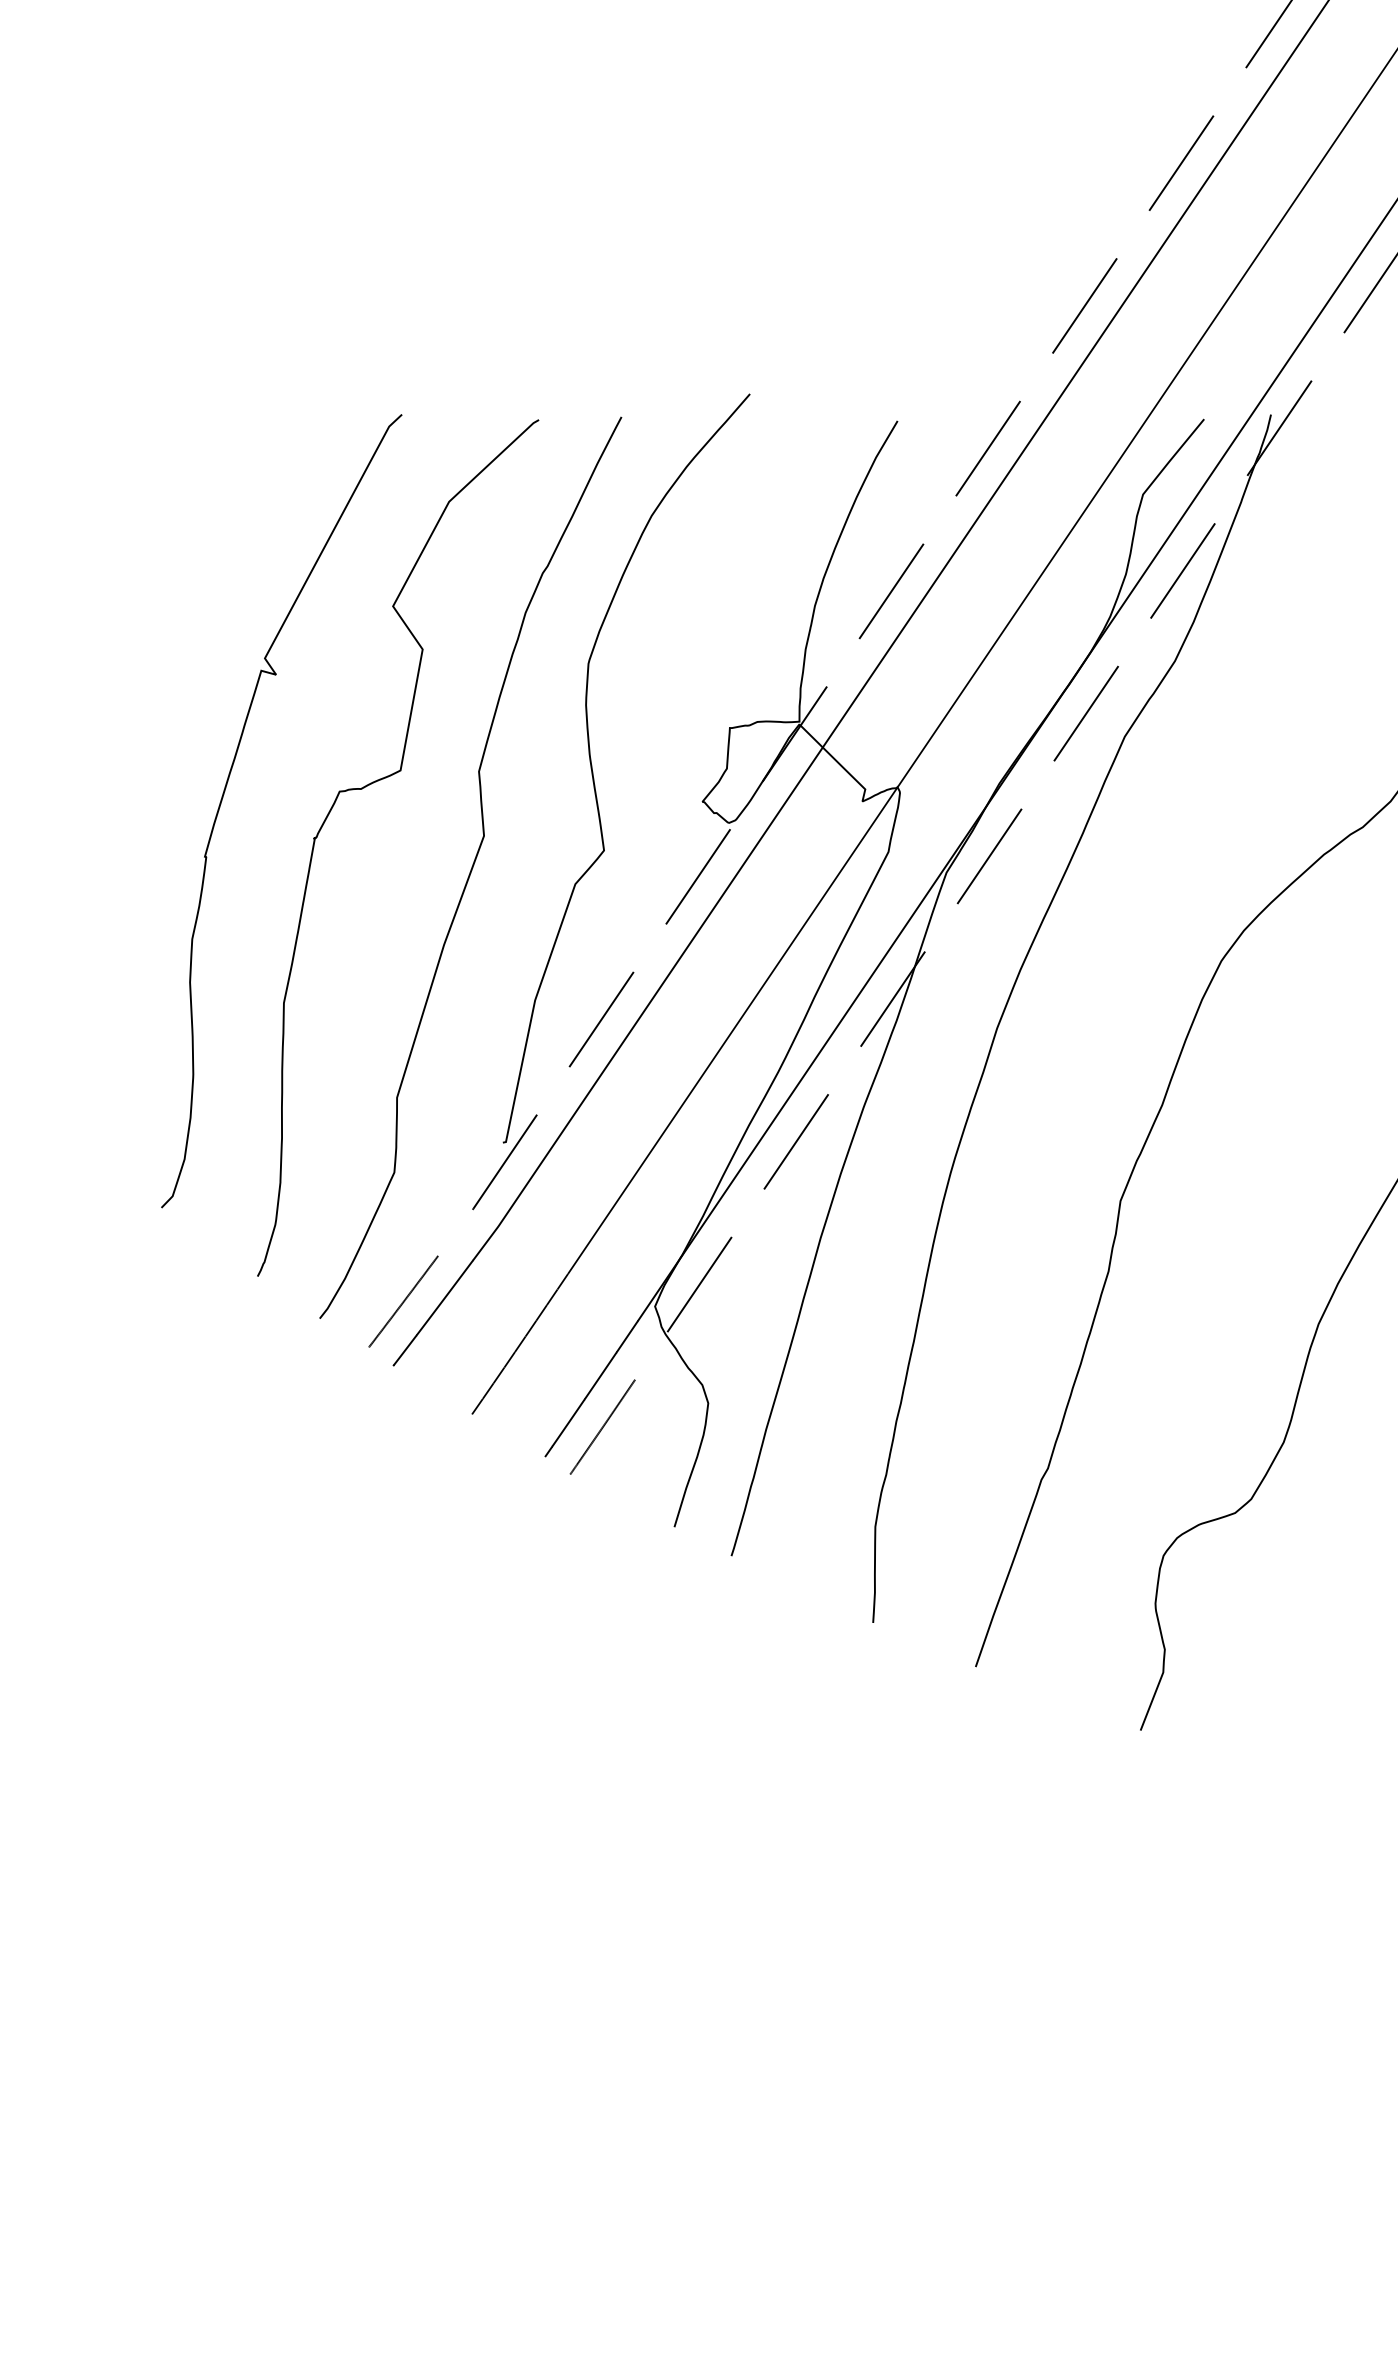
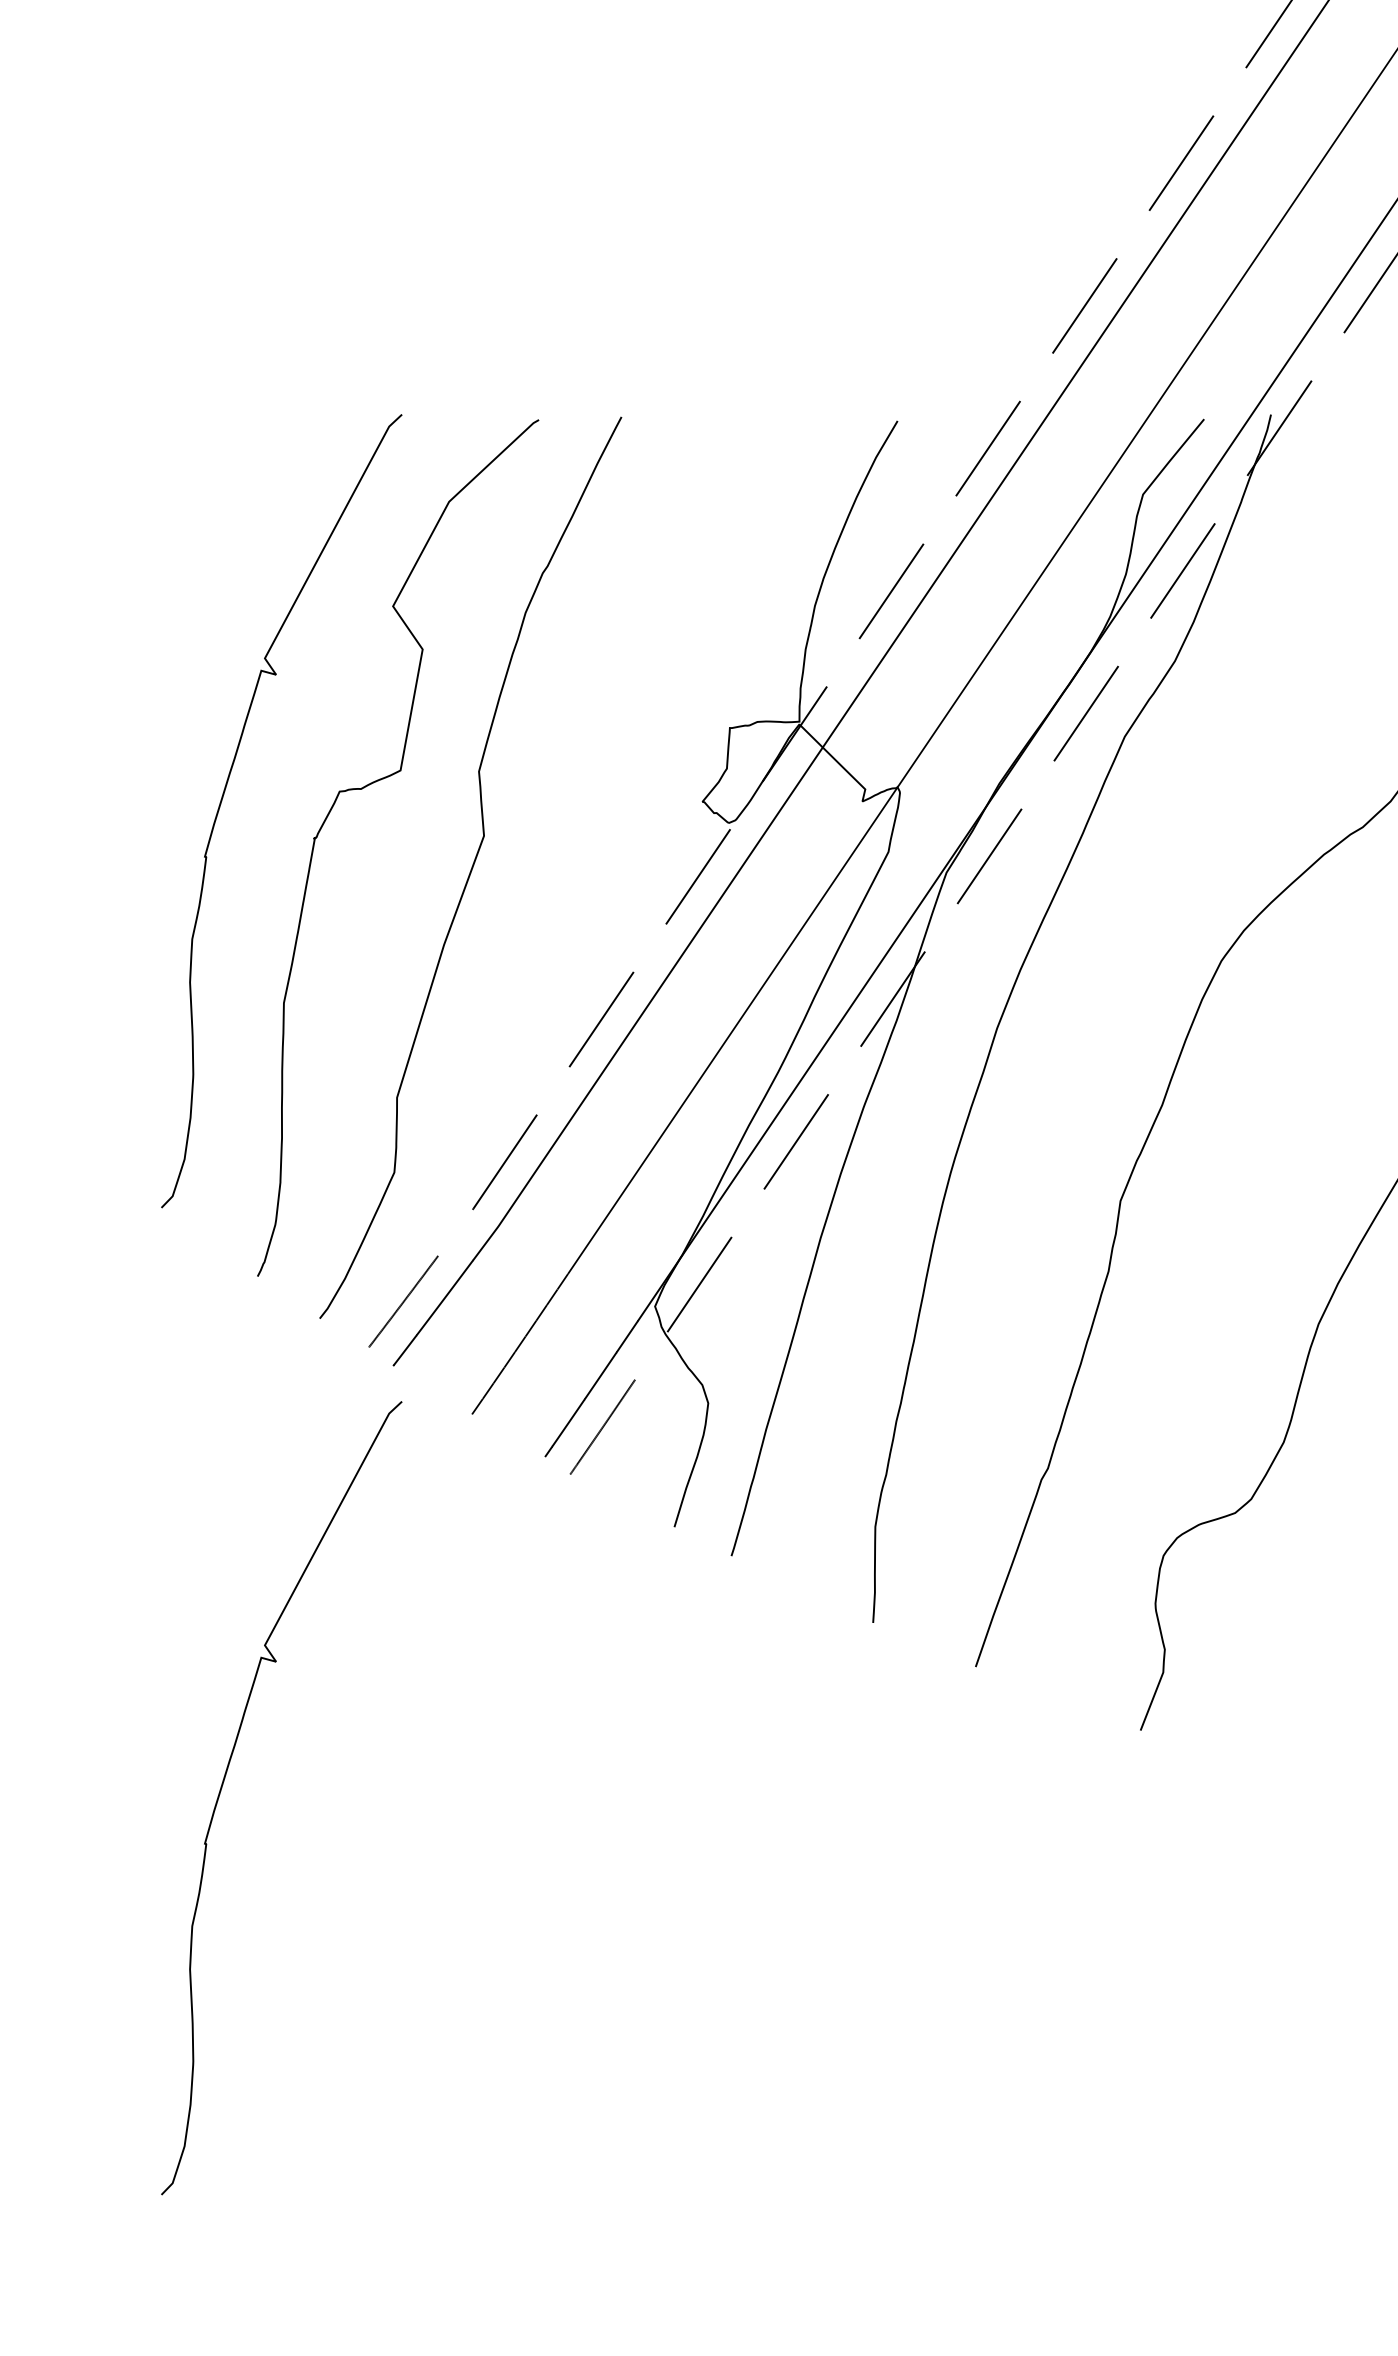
curve at (593, 771): present -> none
curve at (225, 1778): none -> present
